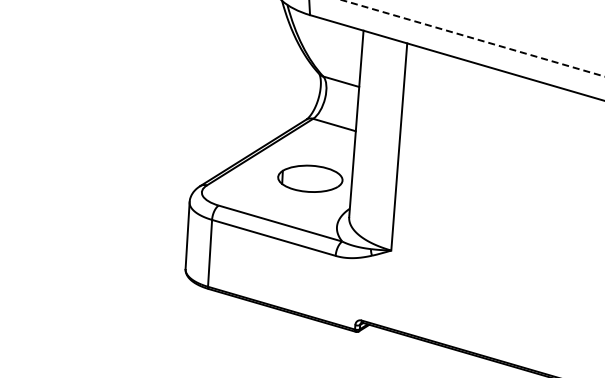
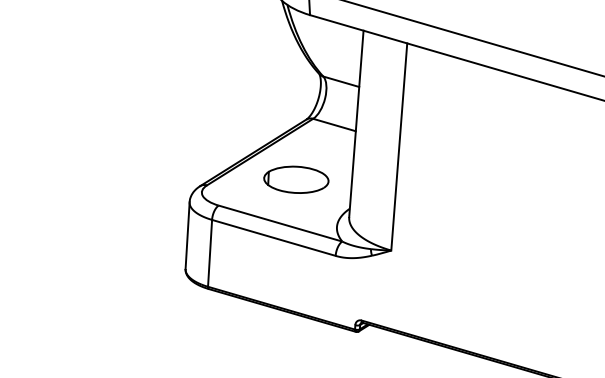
line at (473, 38): dashed -> solid
part at (310, 178) position: (310, 178) -> (296, 179)
